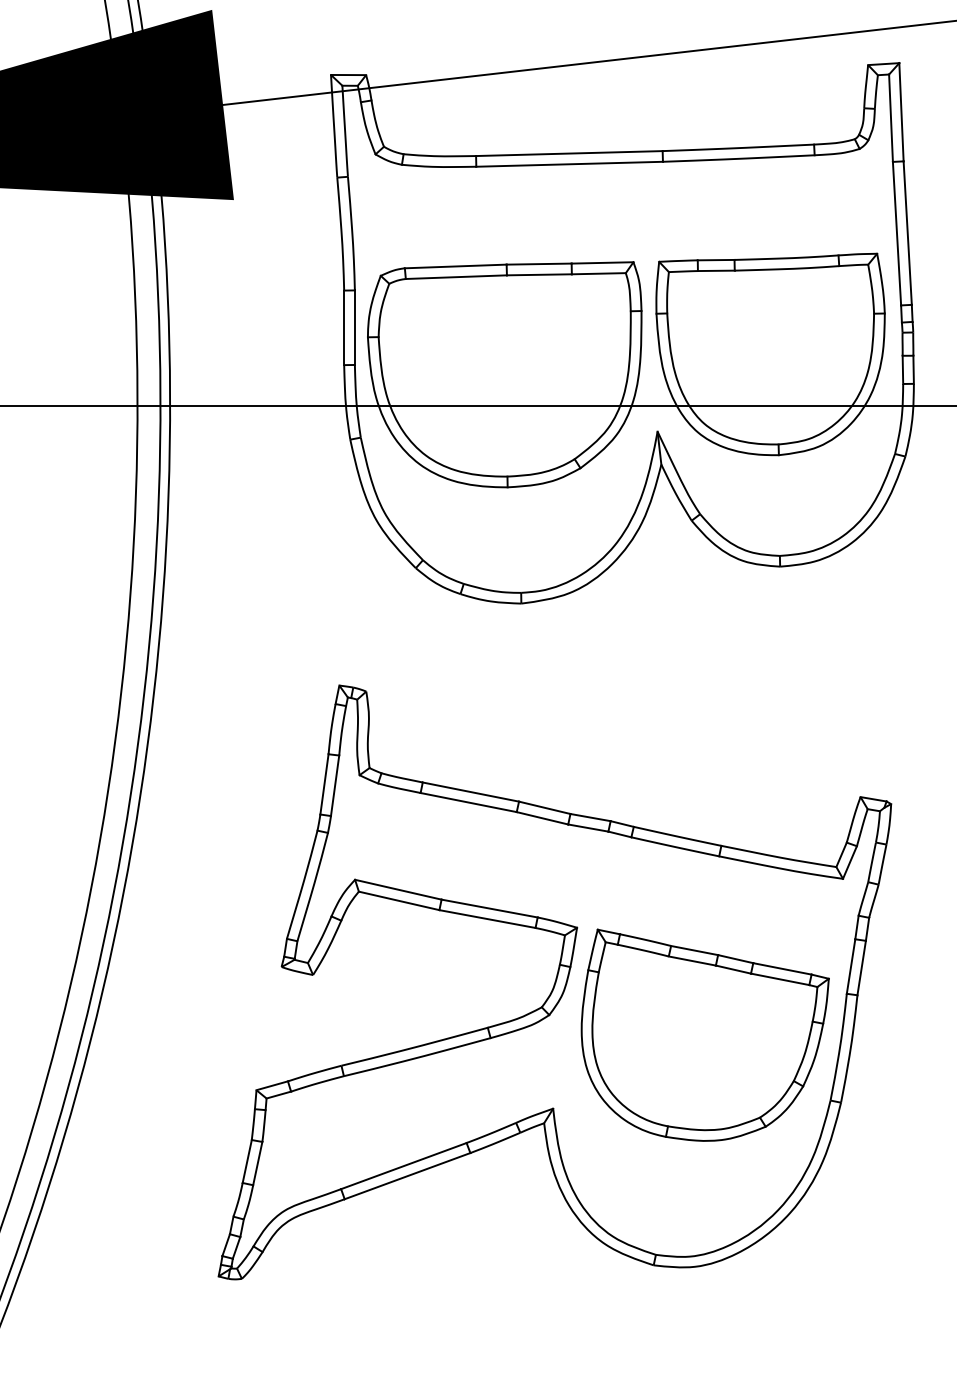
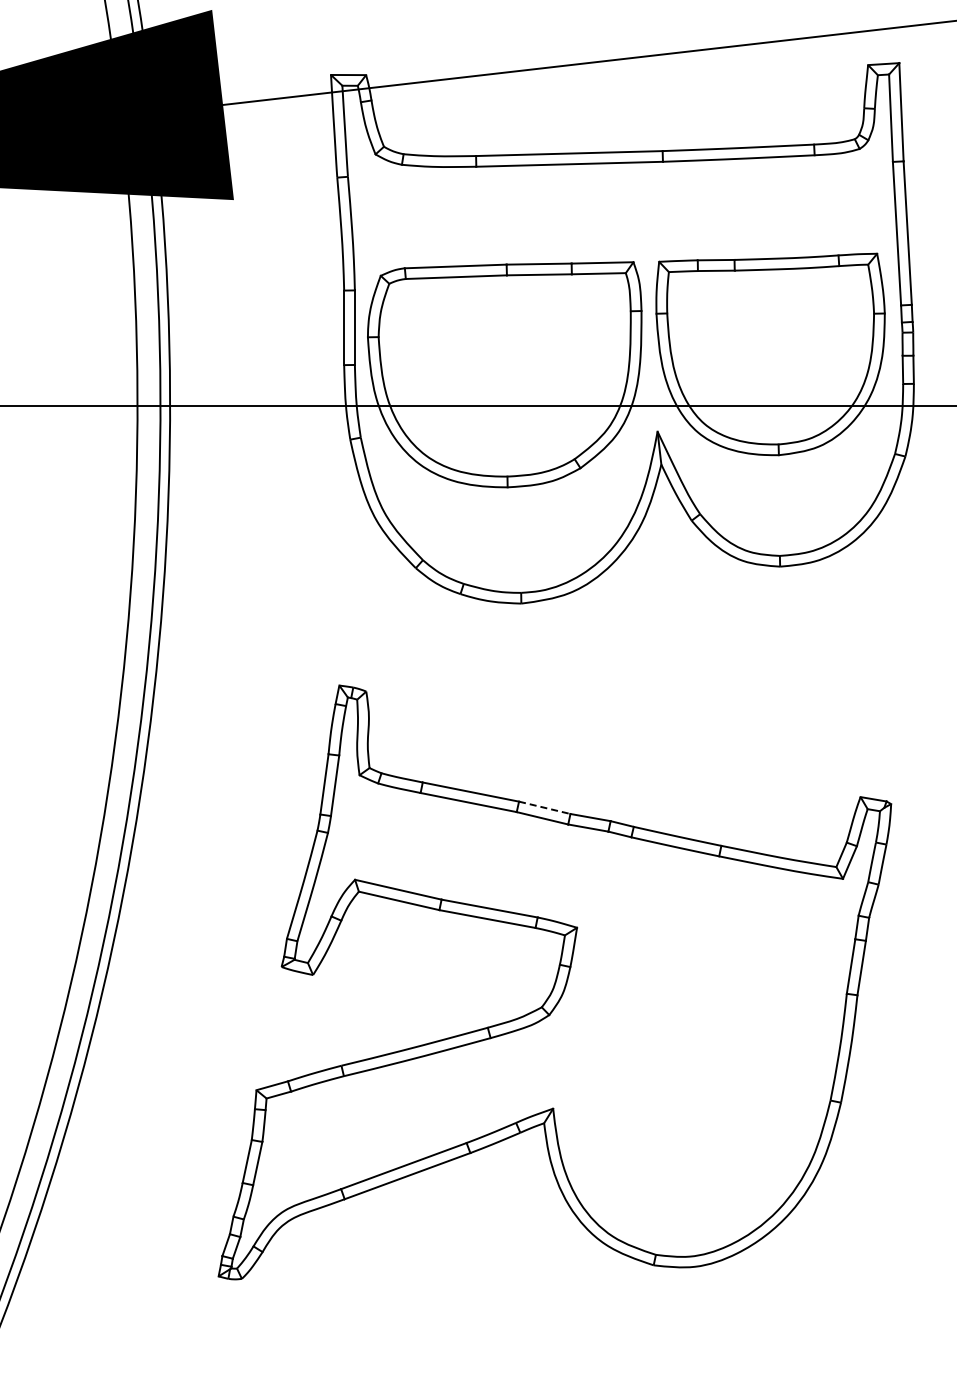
line at (545, 807): solid -> dashed
part at (704, 1034): present -> none
